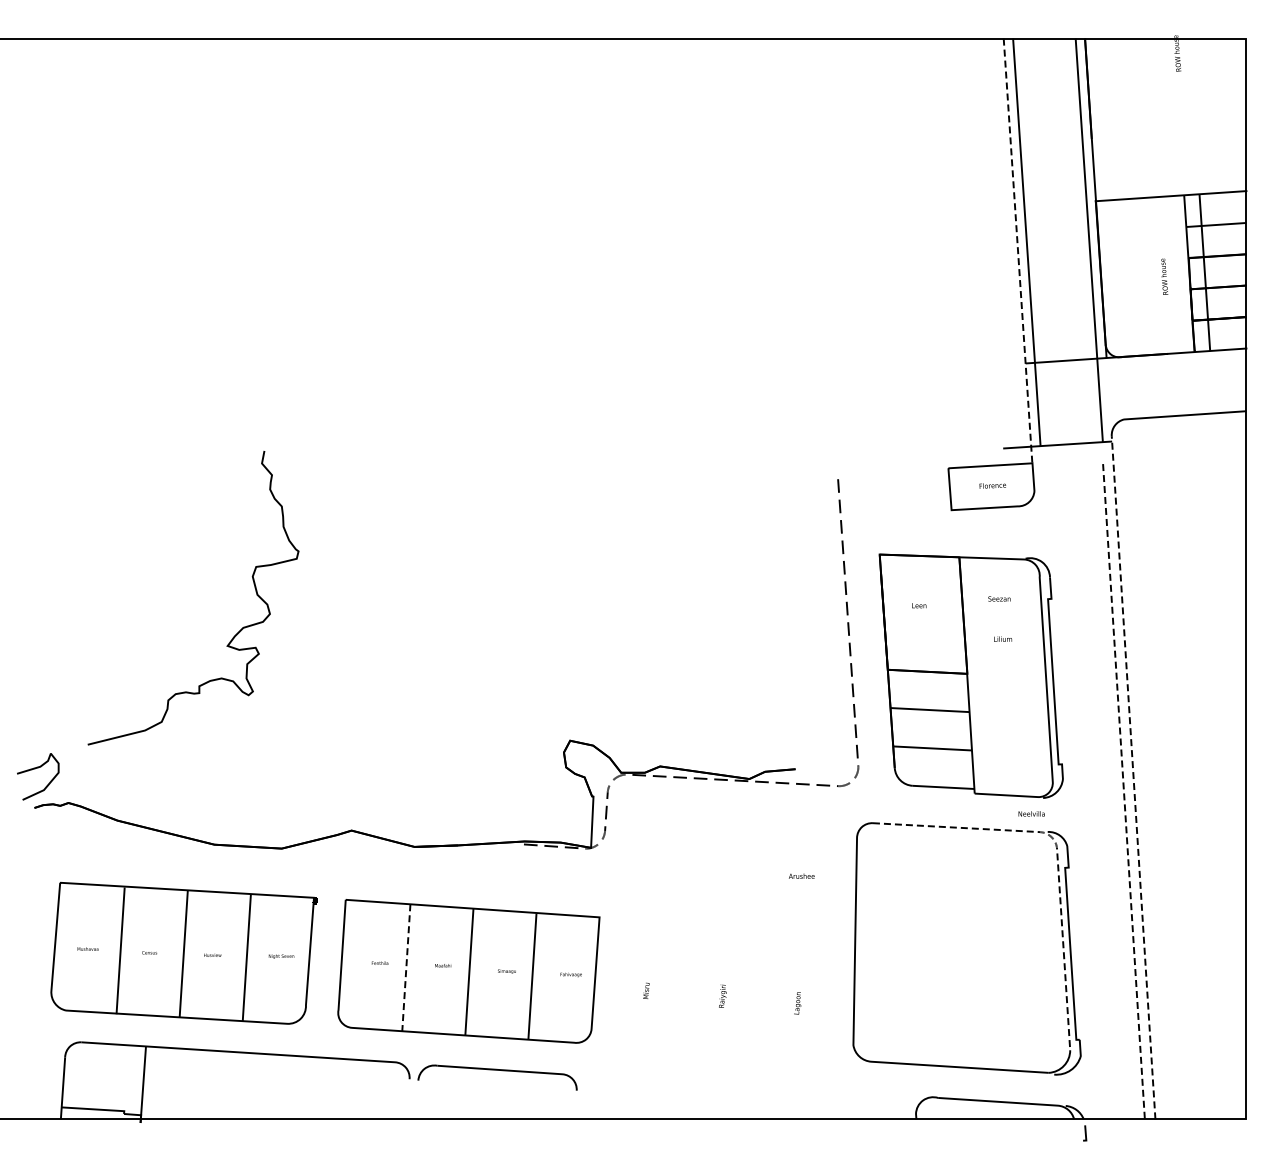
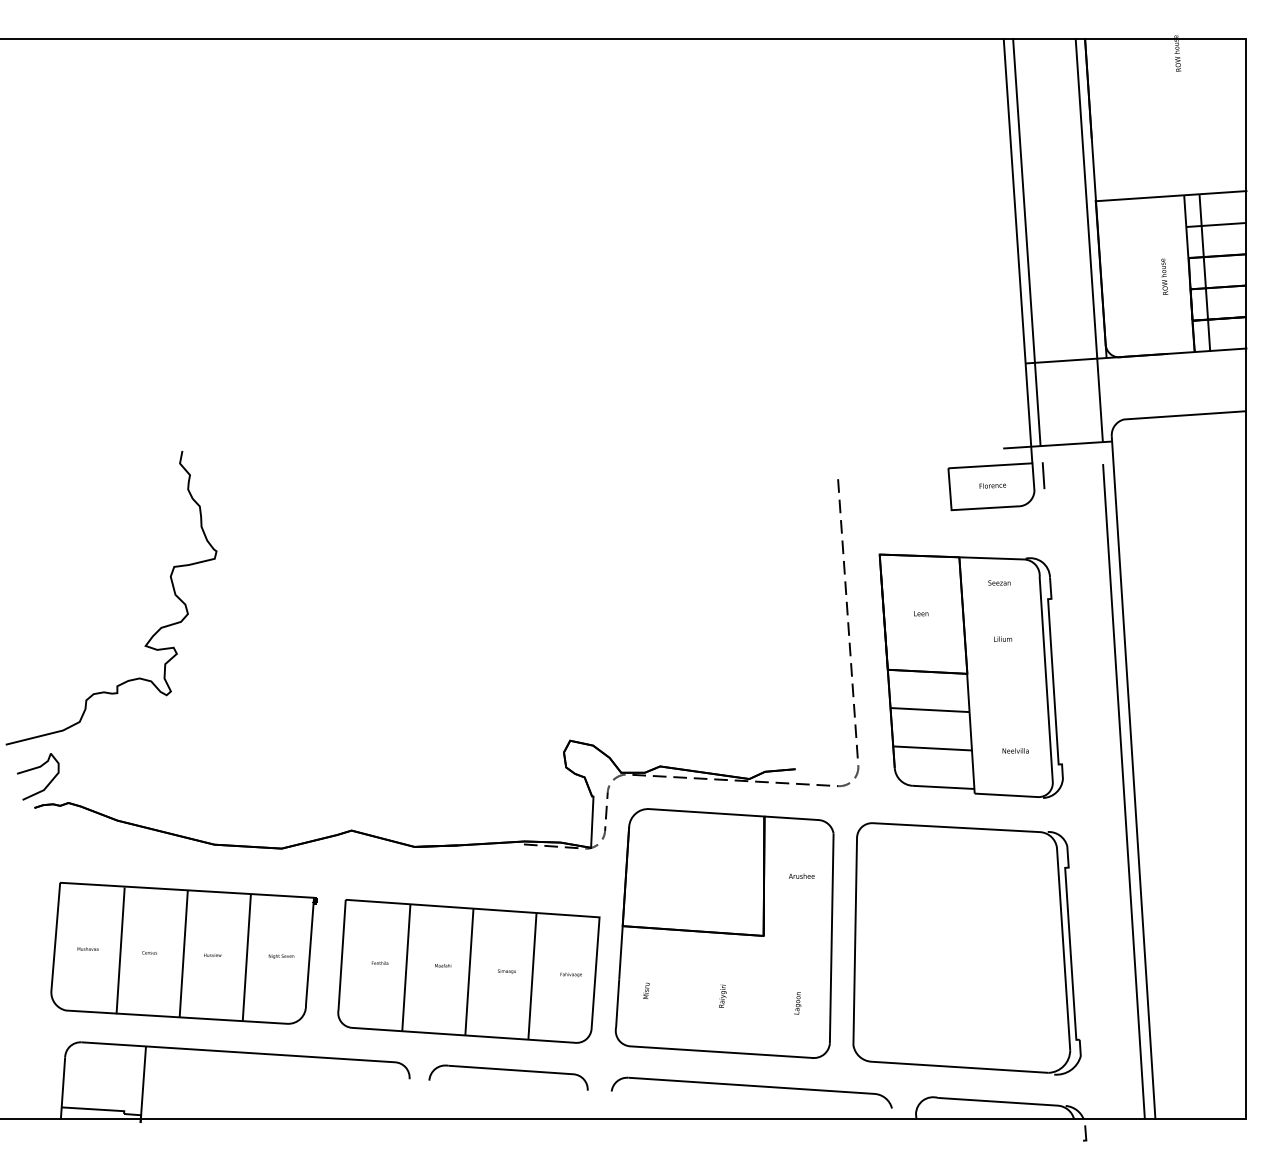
line at (1018, 250): dashed -> solid
line at (1043, 475): none -> present
text at (999, 598) position: (999, 598) -> (999, 582)
text at (919, 605) position: (919, 605) -> (921, 613)
curve at (232, 637) position: (232, 637) -> (150, 637)
line at (1133, 777): dashed -> solid
line at (1124, 792): dashed -> solid
text at (1031, 813) position: (1031, 813) -> (1015, 750)
line at (1056, 846): dashed -> solid
part at (724, 933): none -> present
line at (406, 967): dashed -> solid
part at (497, 1070) position: (497, 1070) -> (508, 1070)
part at (751, 1092): none -> present
